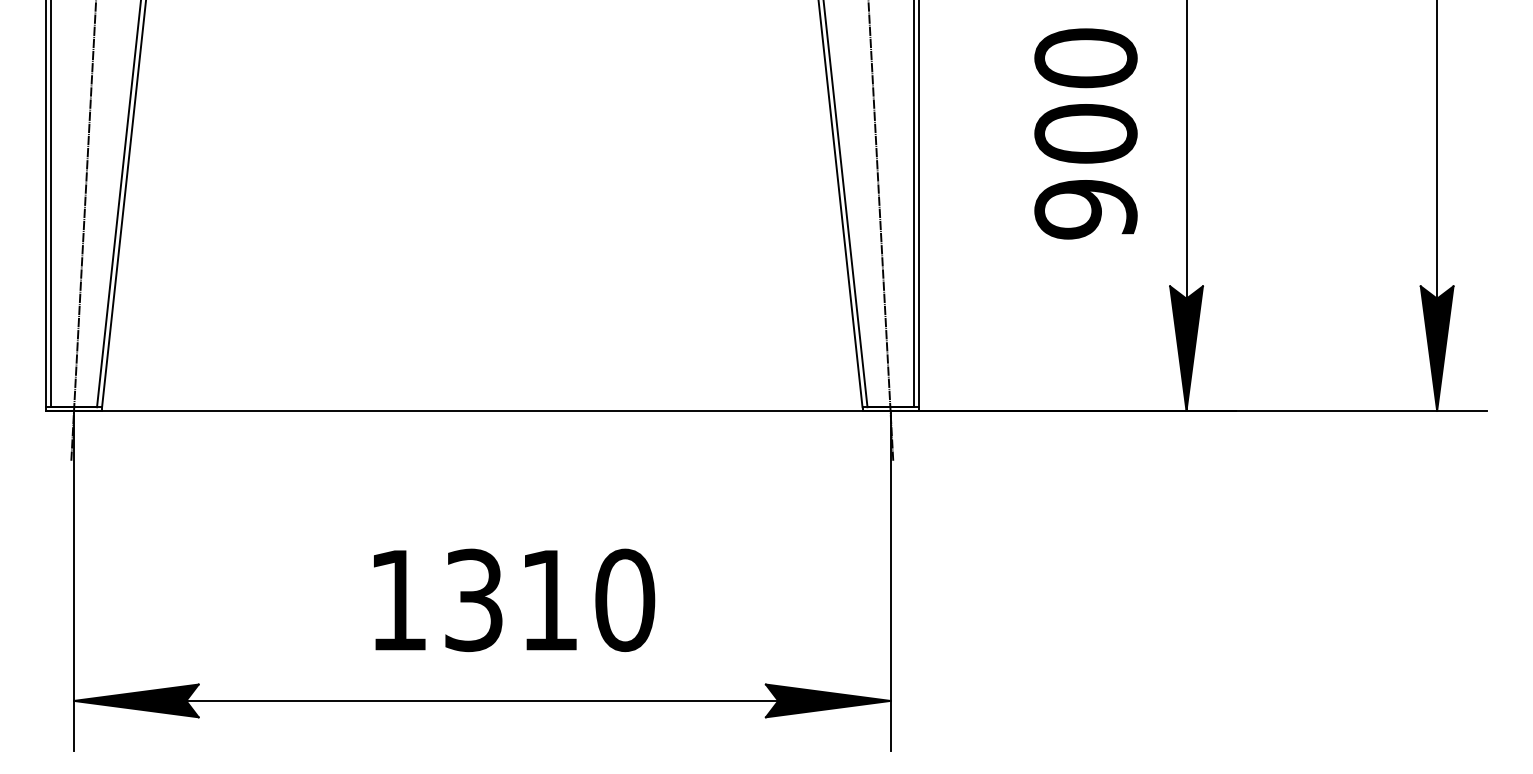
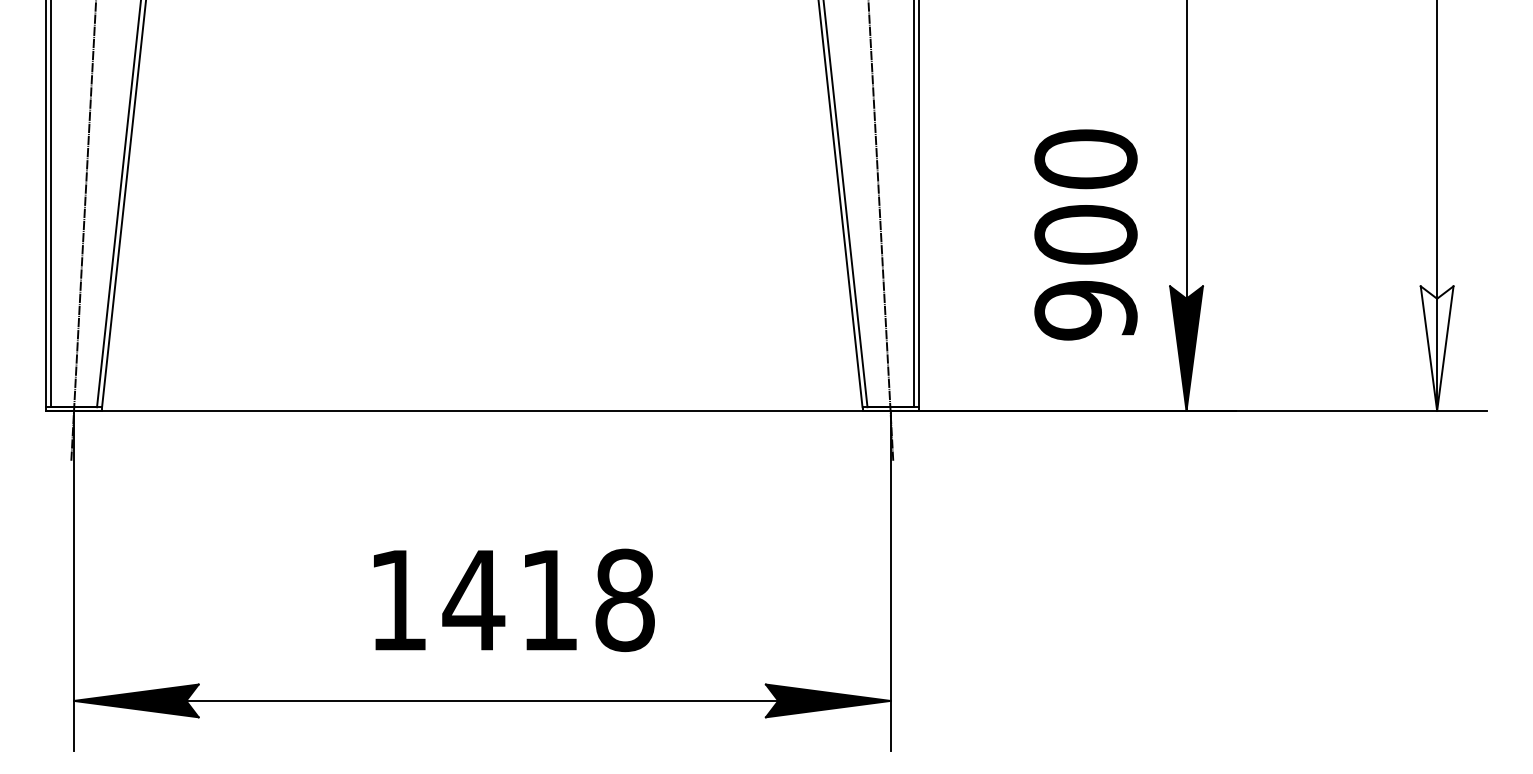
text at (1085, 133) position: (1085, 133) -> (1085, 234)
fill at (1436, 348): present -> none
text at (548, 600): 1310 -> 1418
